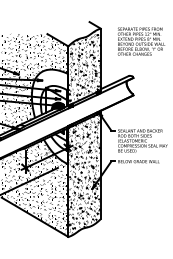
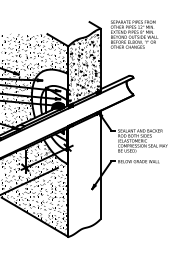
text at (141, 41) position: (141, 41) -> (134, 34)
hatch at (84, 174): present -> none
